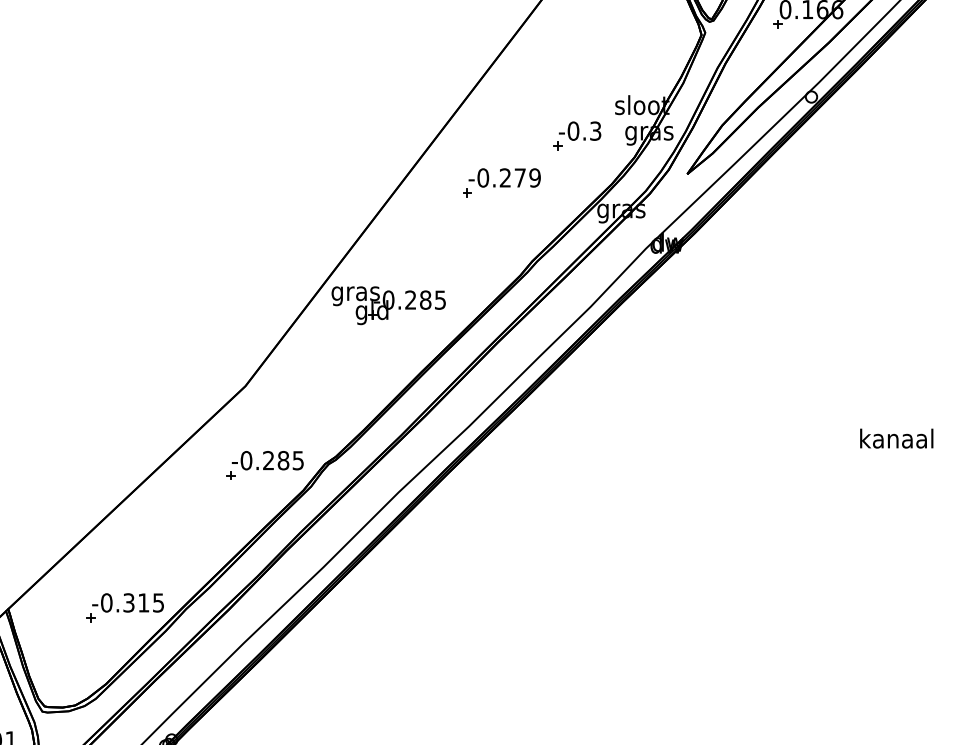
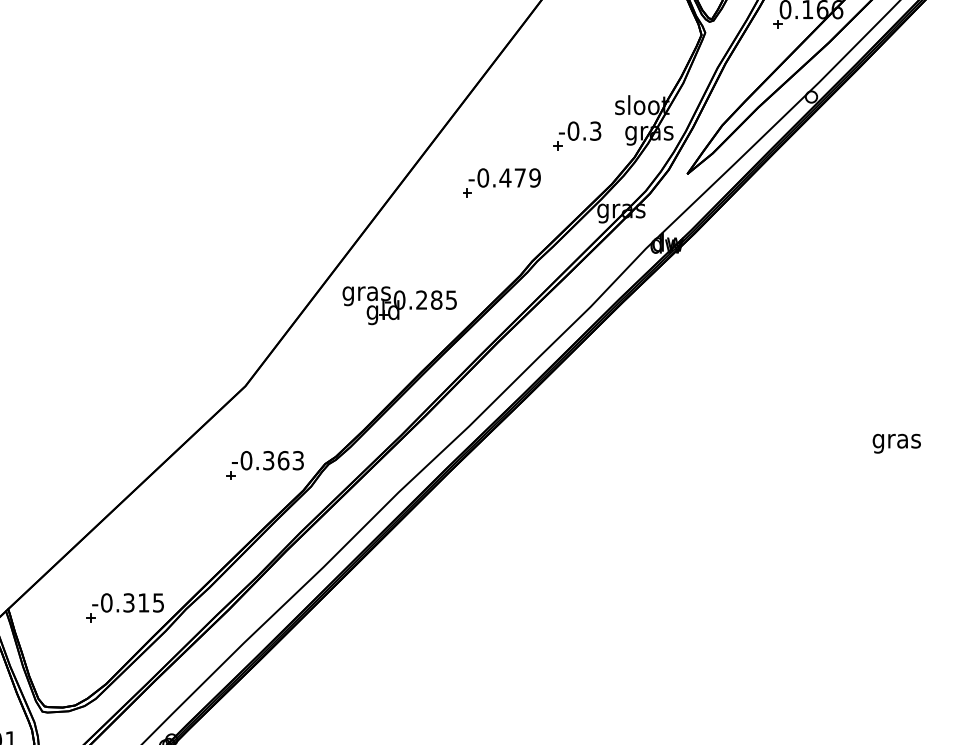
text at (505, 177): -0.279 -> -0.479
part at (388, 305) position: (388, 305) -> (399, 305)
text at (896, 440): kanaal -> gras
text at (283, 460): -0.285 -> -0.363
